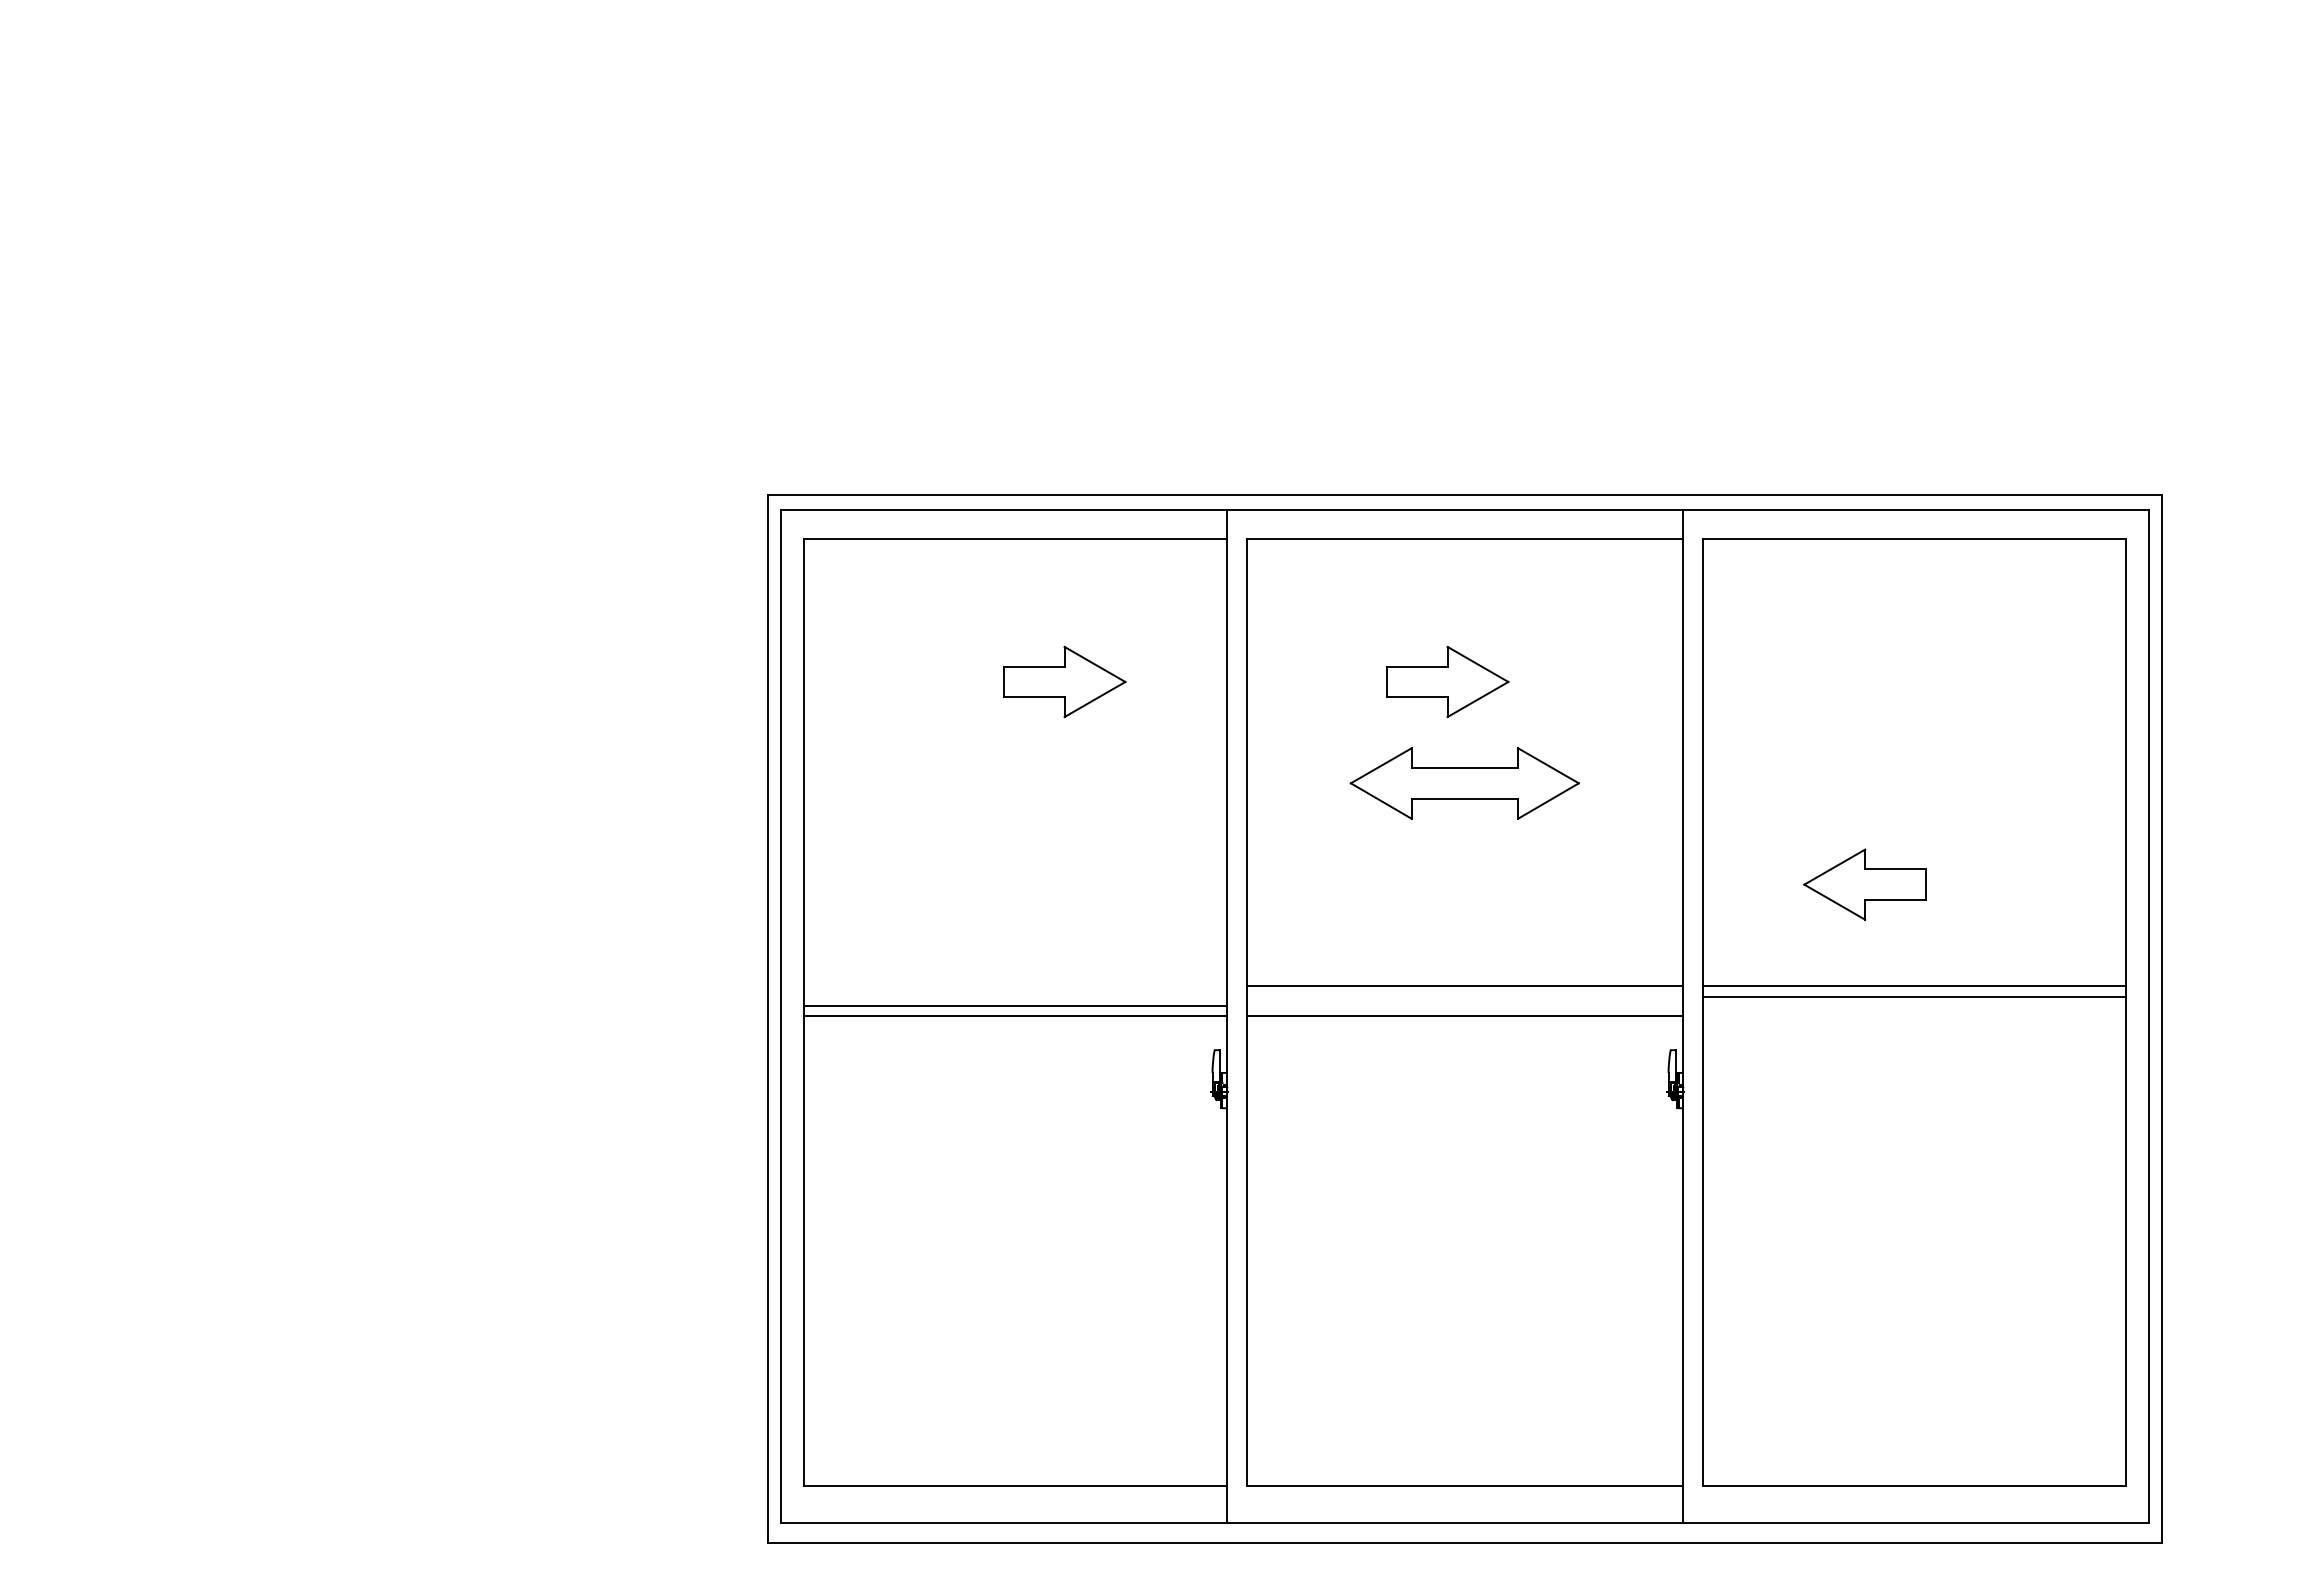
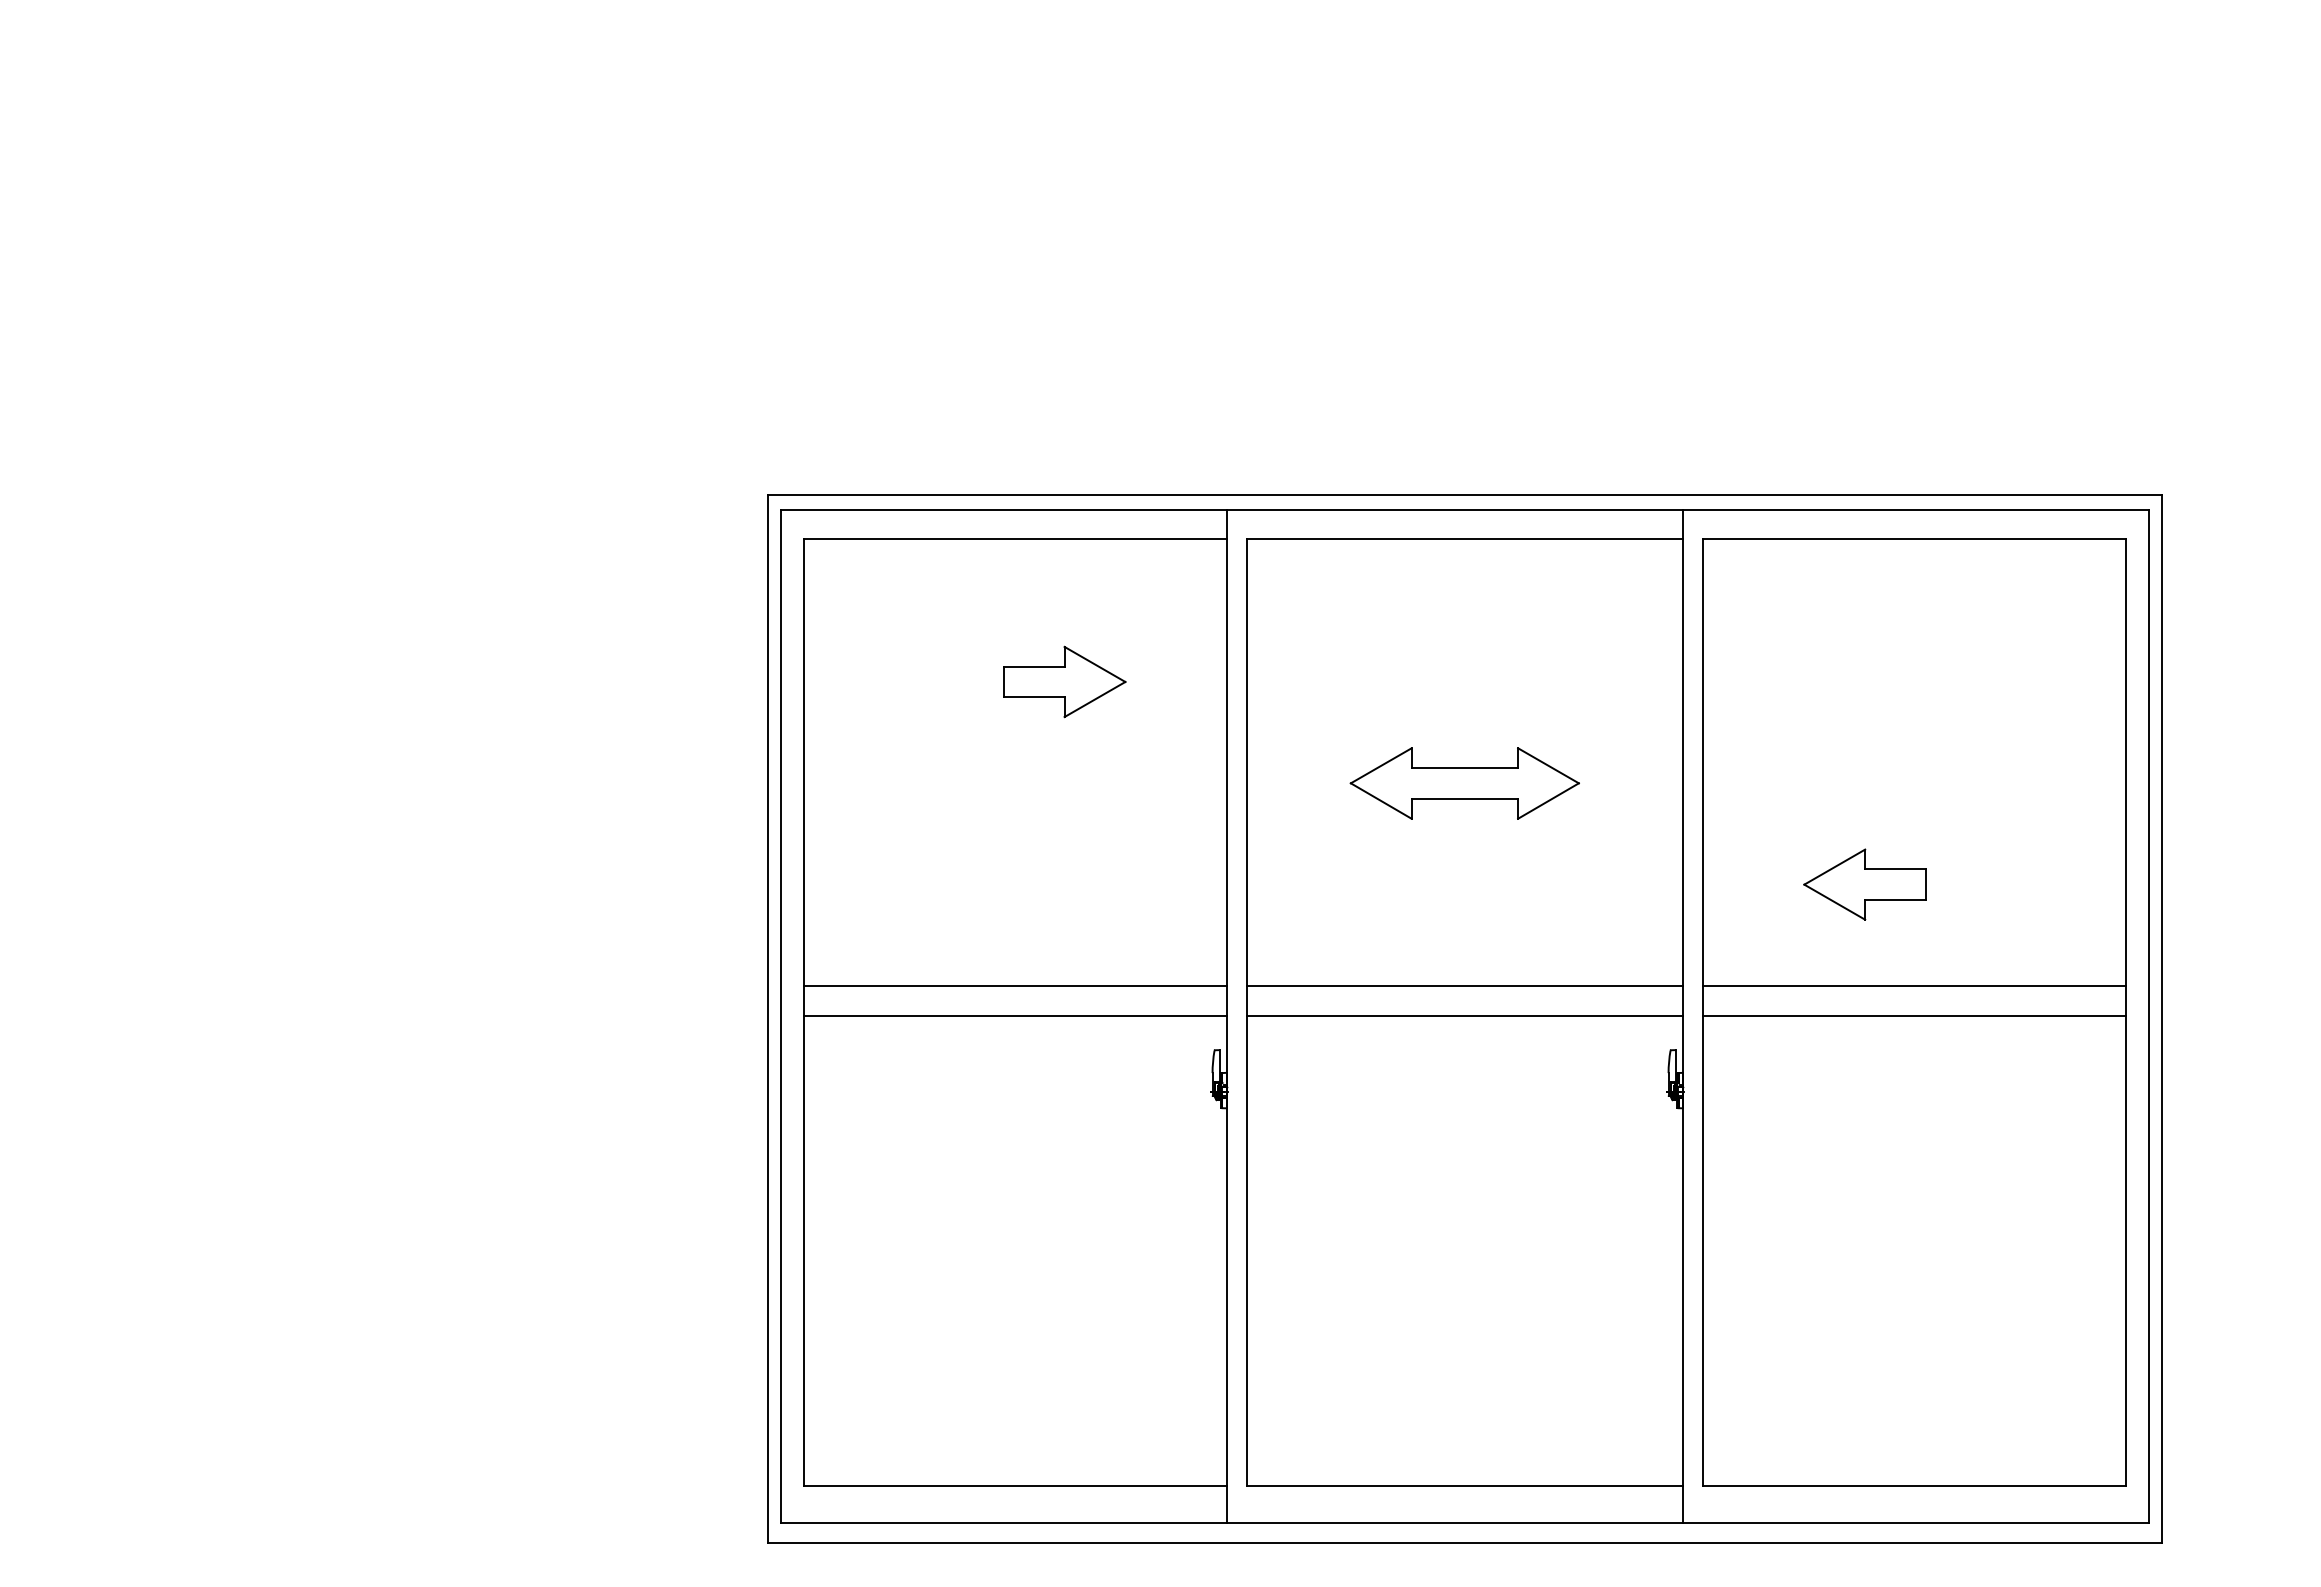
part at (1447, 681): present -> none
line at (1914, 997) position: (1914, 997) -> (1914, 1016)
line at (1014, 1006) position: (1014, 1006) -> (1014, 986)
